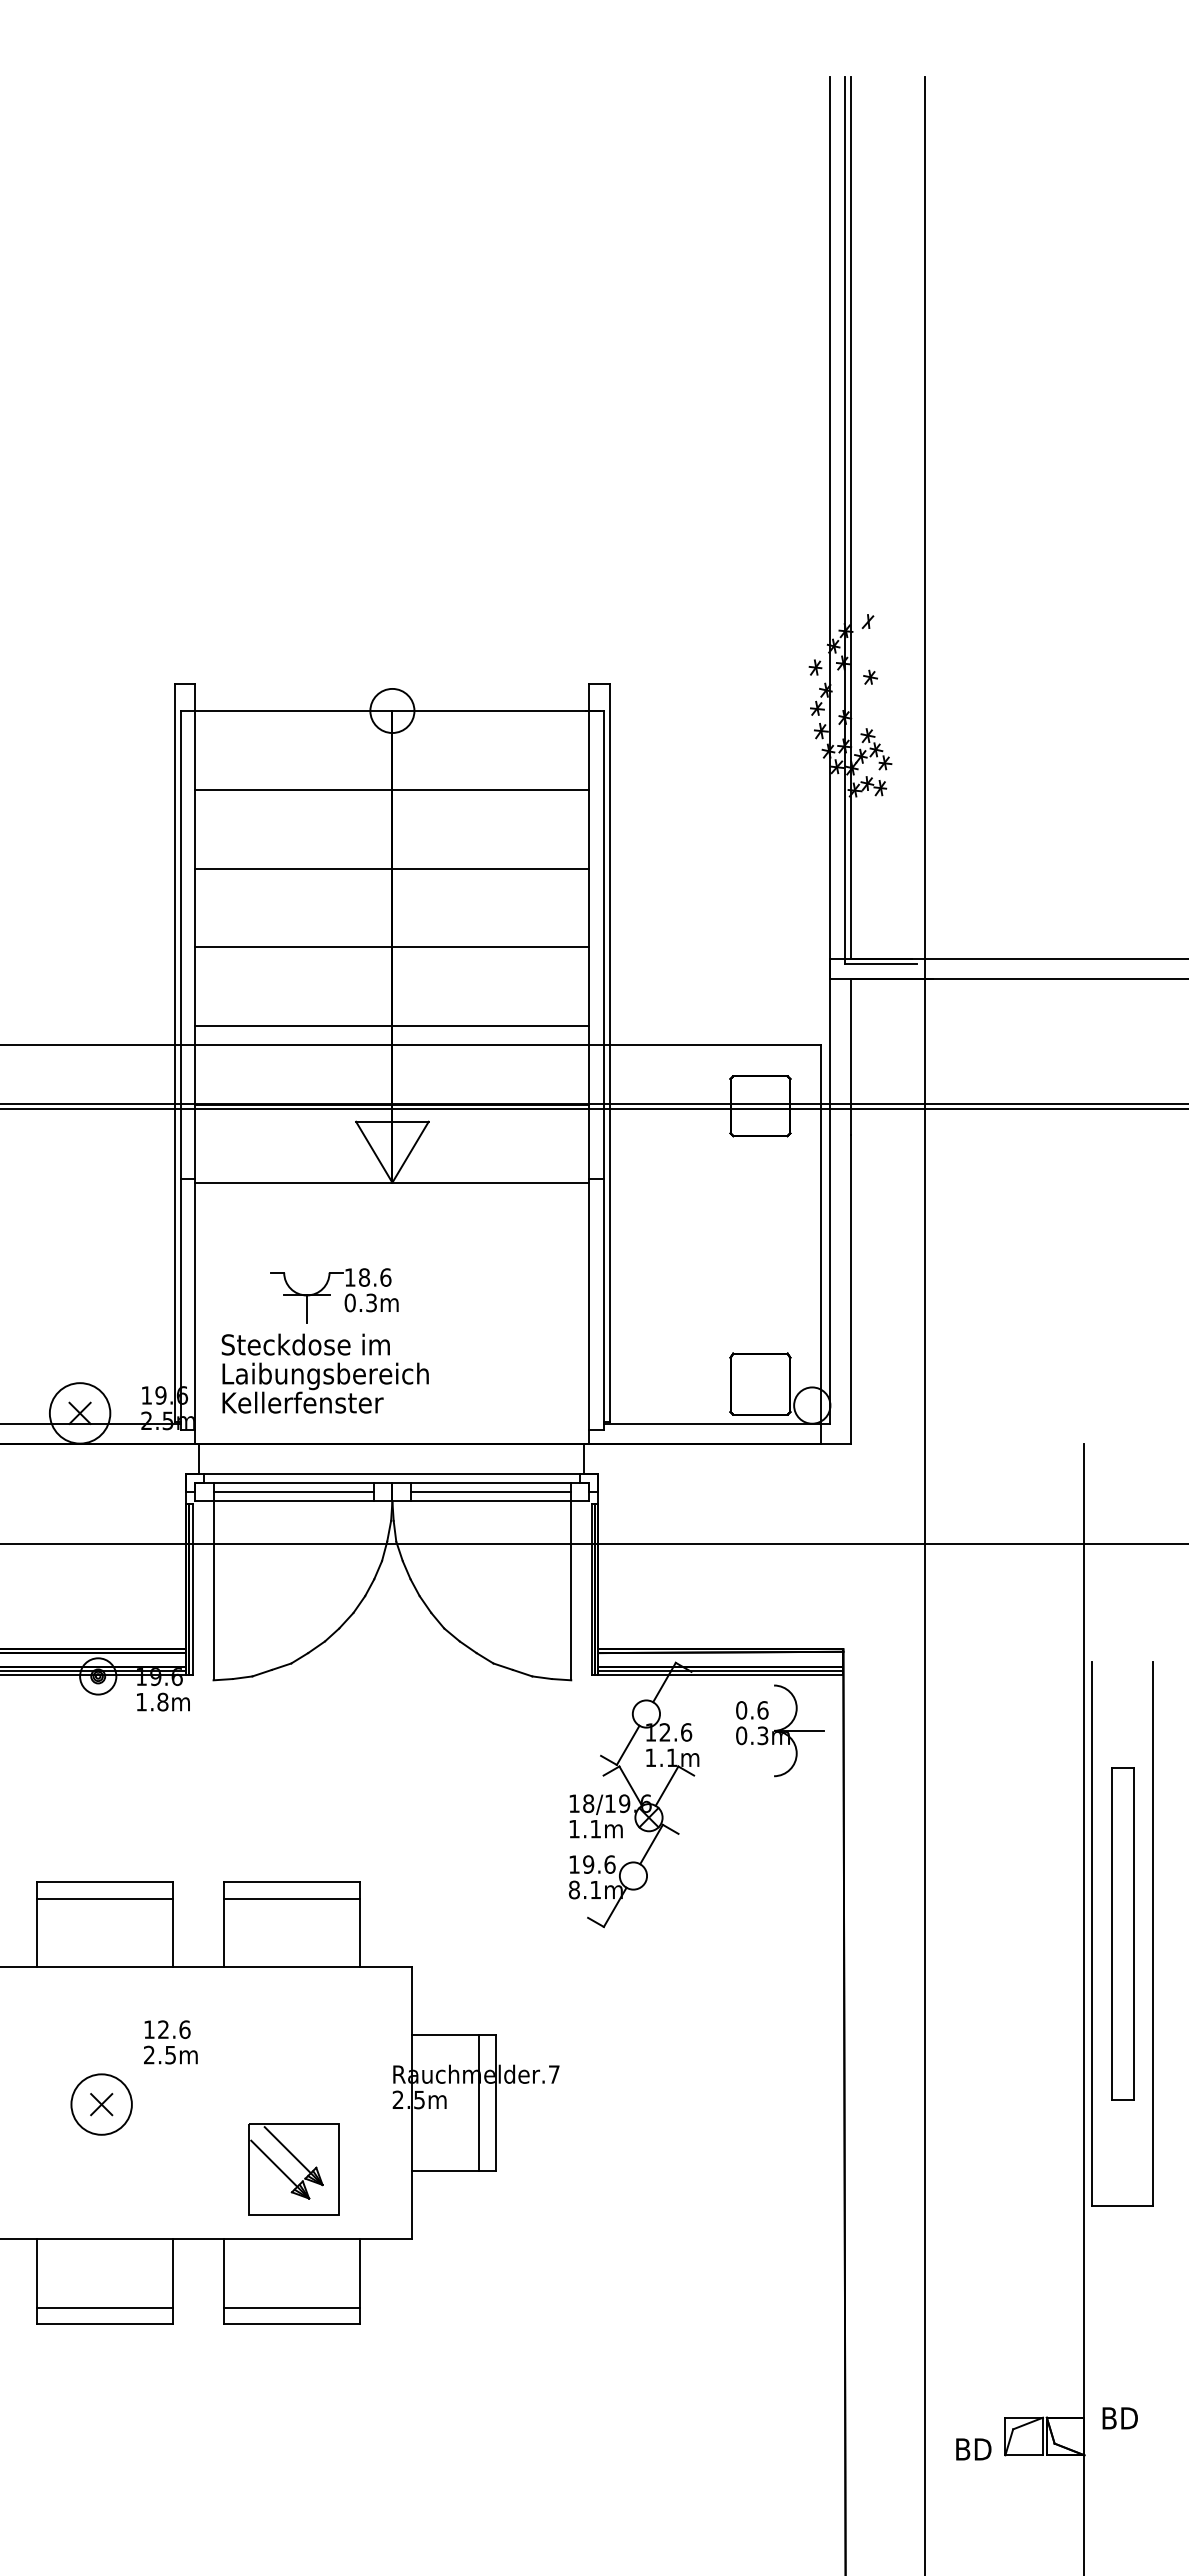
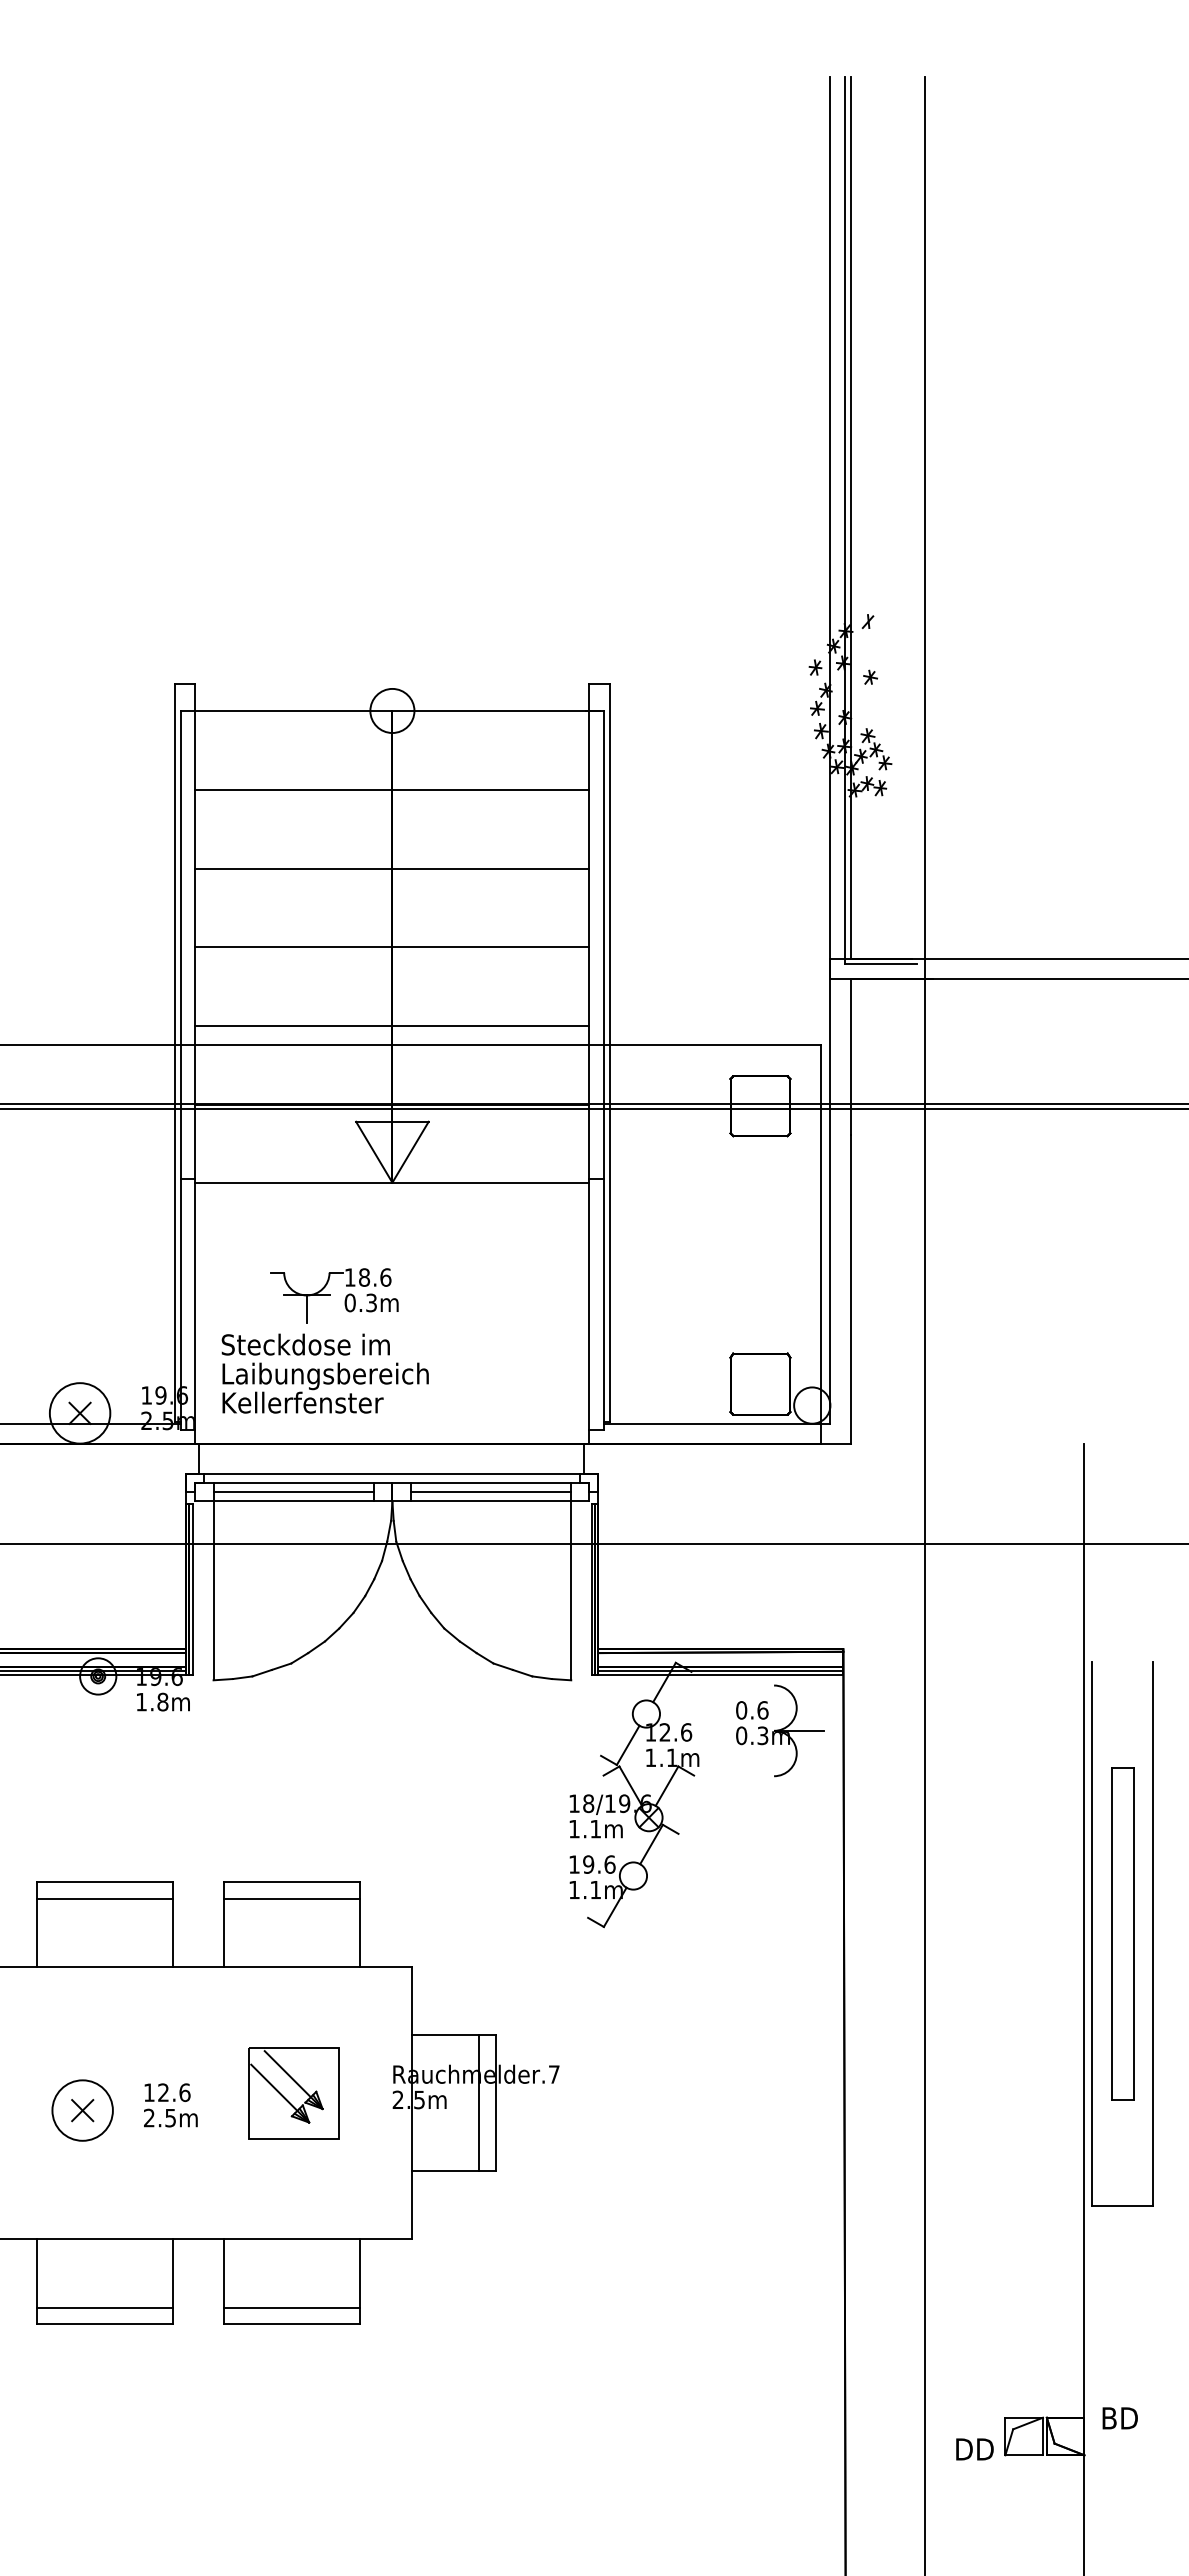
text at (574, 1889): 8.1m -> 1.1m
text at (170, 2042) position: (170, 2042) -> (170, 2105)
part at (101, 2104) position: (101, 2104) -> (82, 2110)
part at (293, 2169) position: (293, 2169) -> (293, 2093)
text at (976, 2449): BD -> DD
